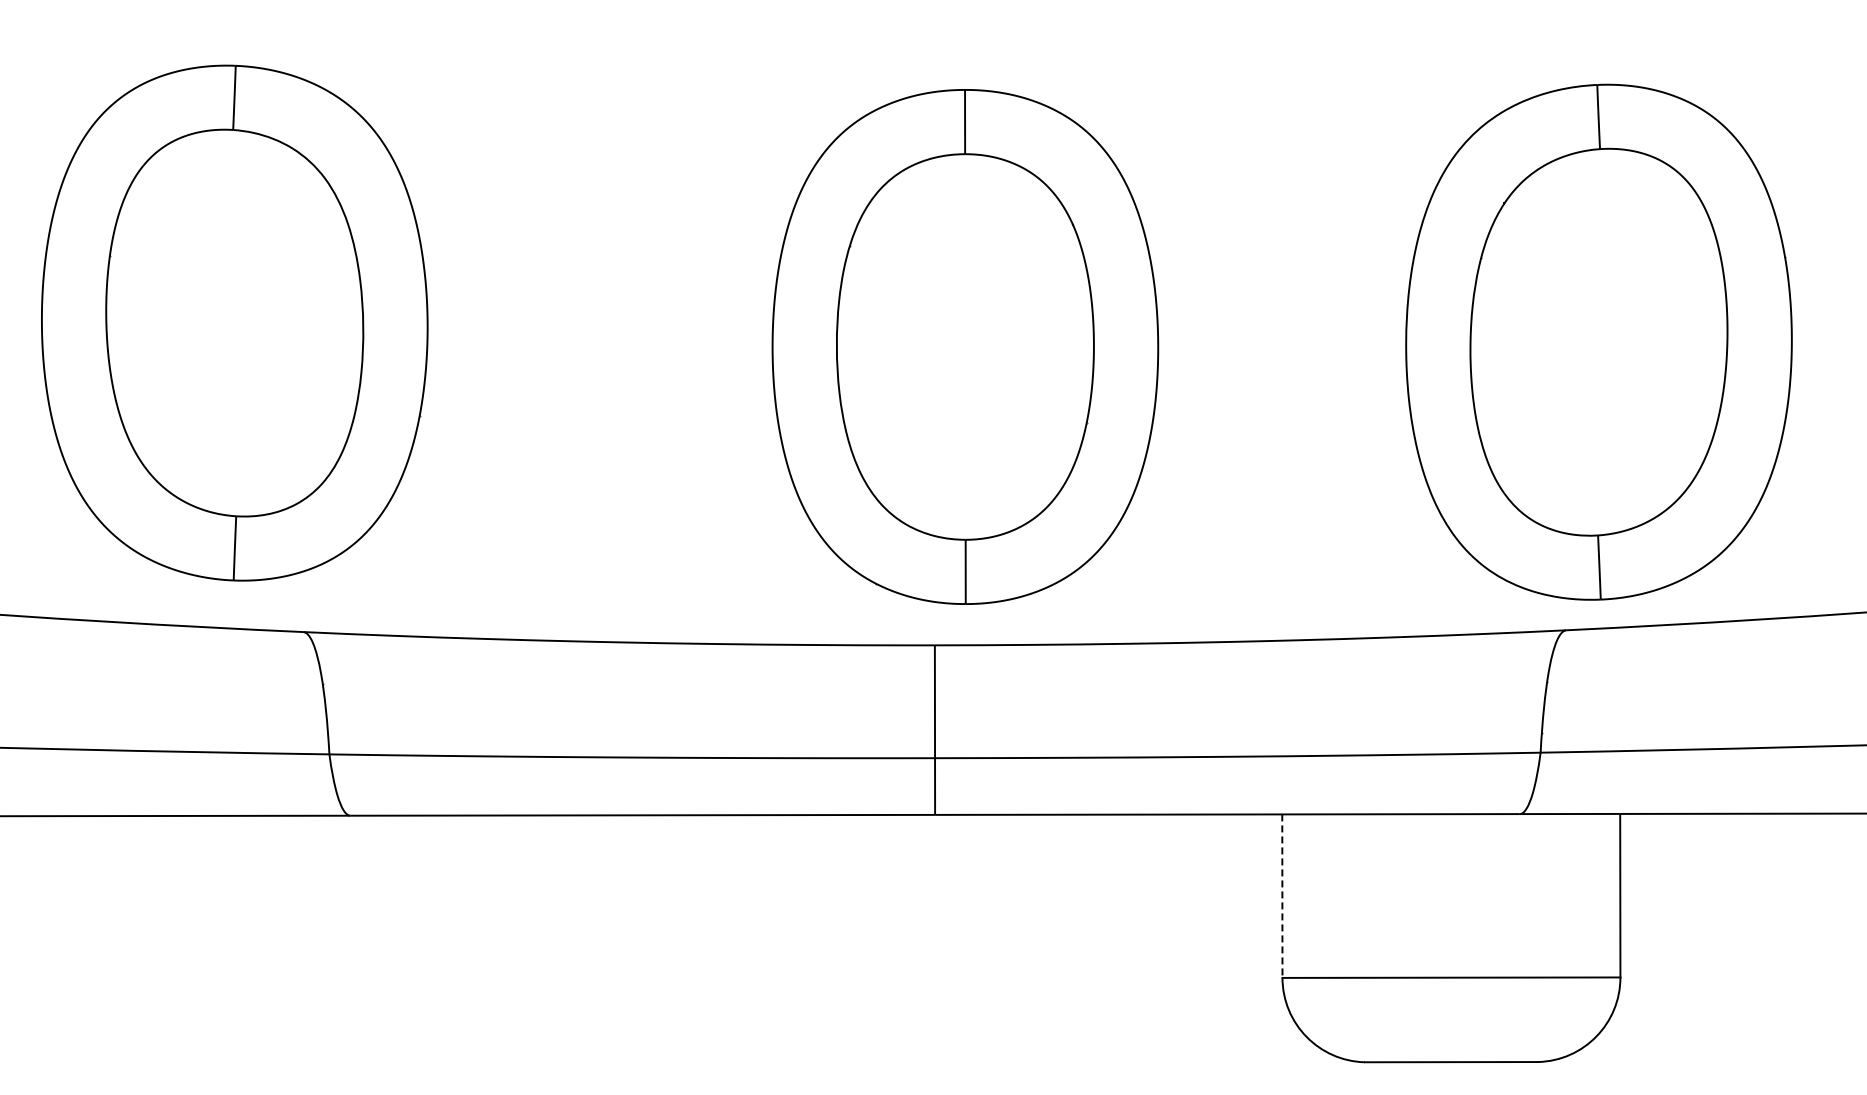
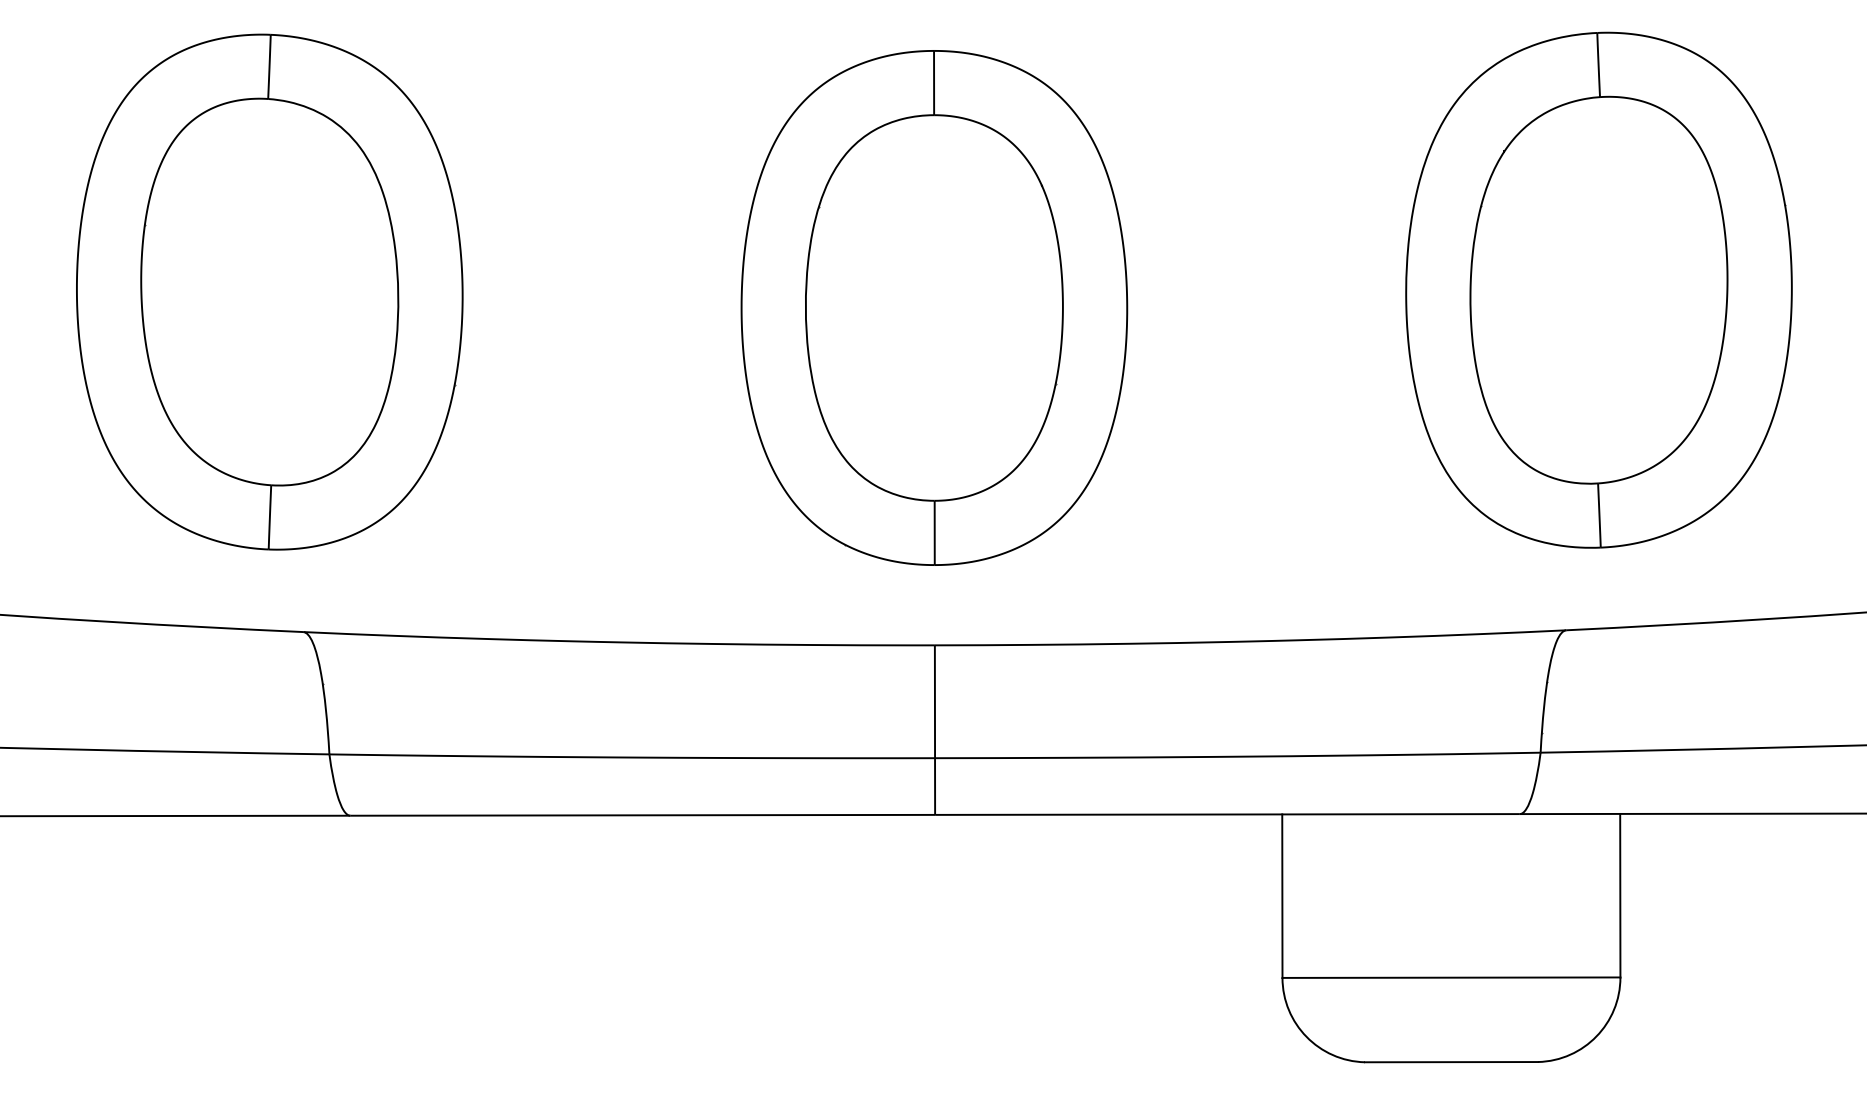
part at (234, 322) position: (234, 322) -> (269, 291)
part at (1598, 341) position: (1598, 341) -> (1598, 289)
part at (965, 346) position: (965, 346) -> (934, 307)
line at (1282, 896): dashed -> solid
